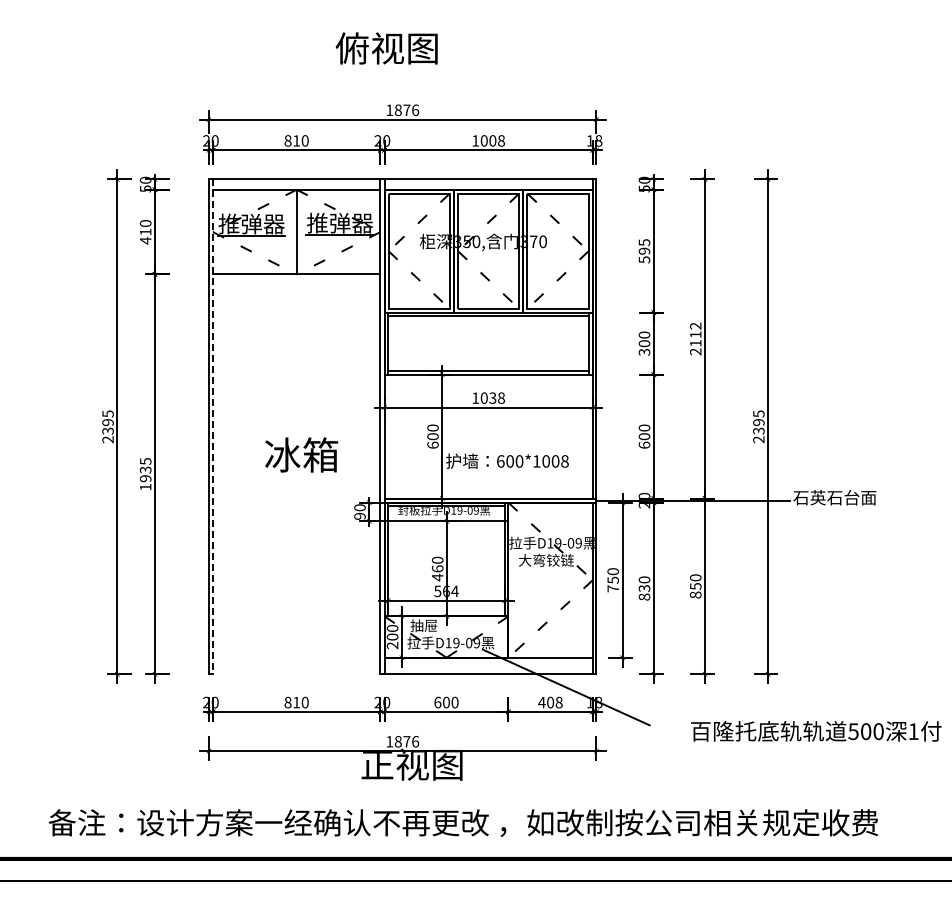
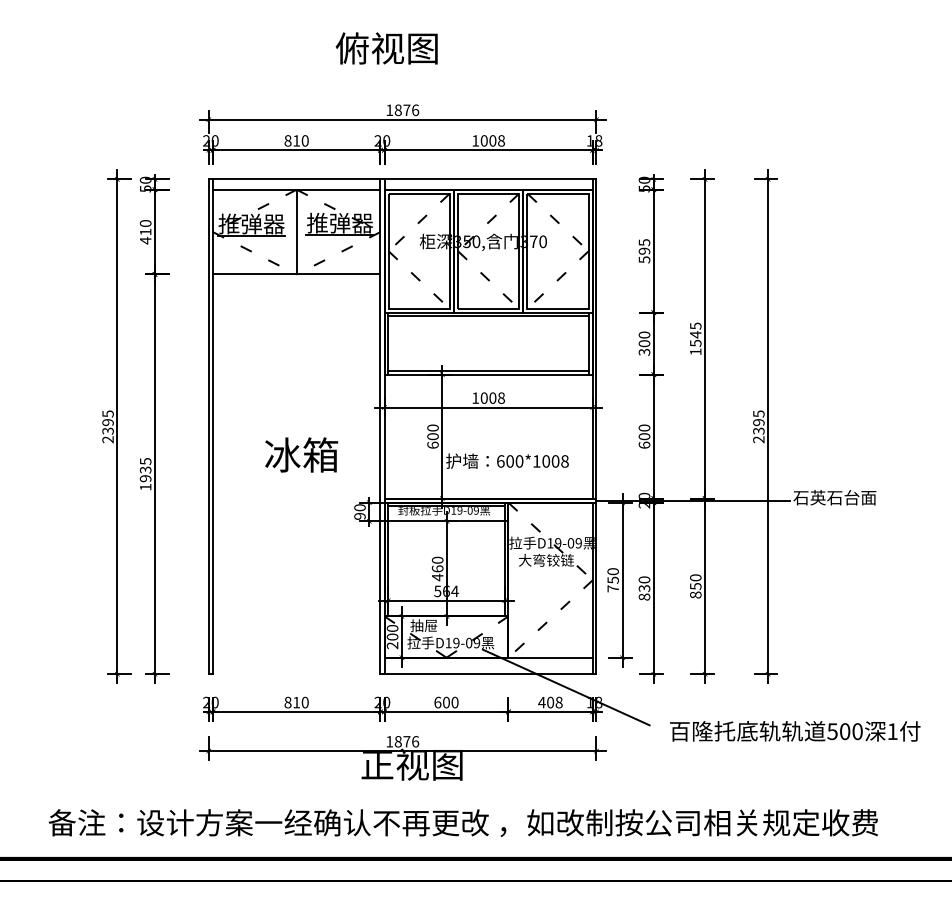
text at (695, 338): 2112 -> 1545
text at (492, 397): 1038 -> 1008
line at (213, 427): dashed -> solid
text at (816, 731) position: (816, 731) -> (795, 731)
